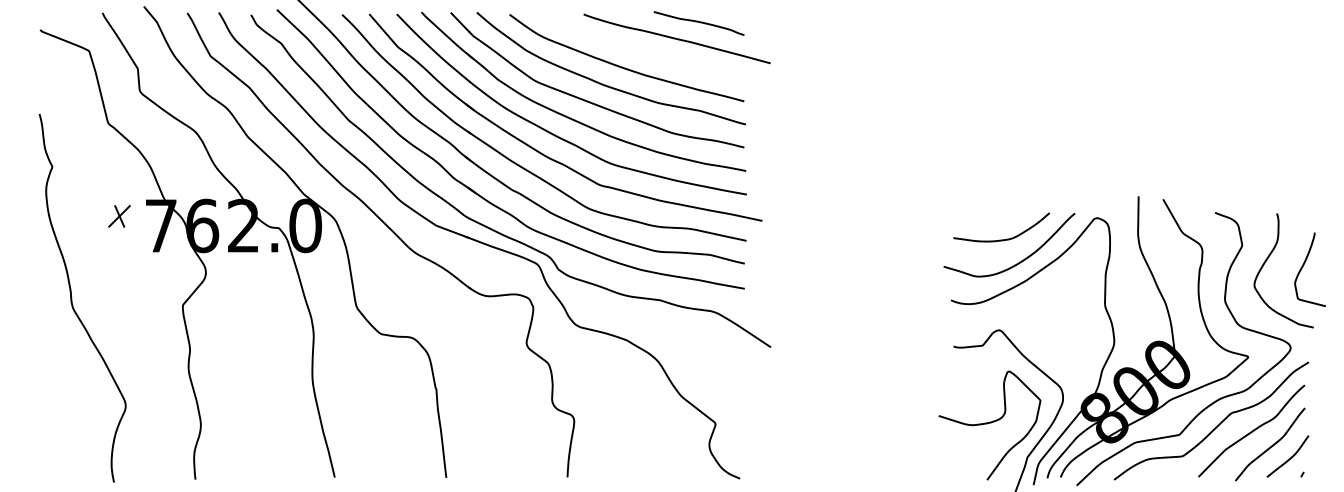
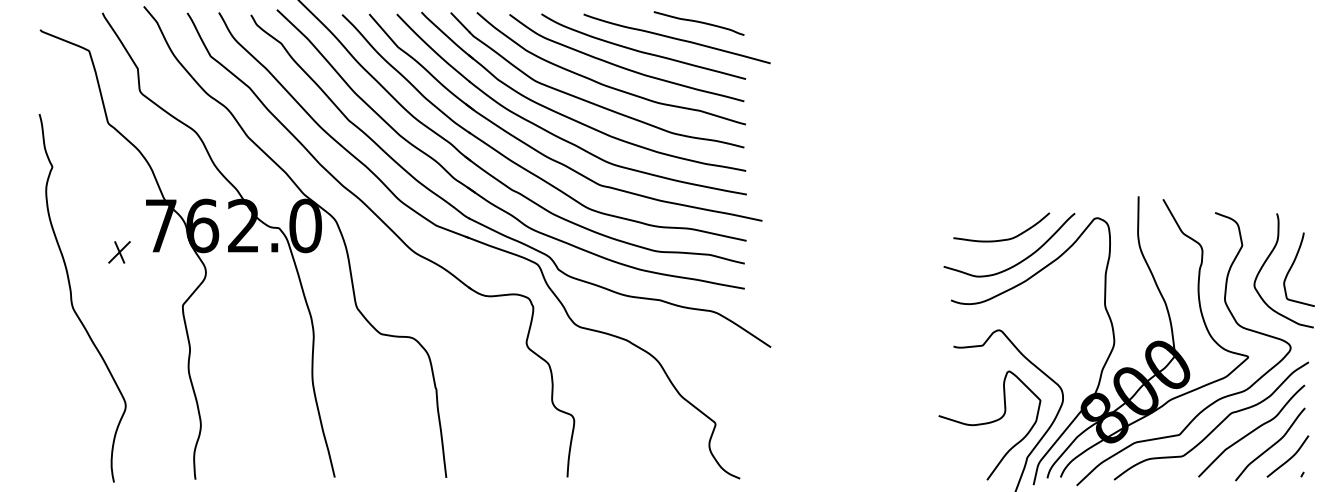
curve at (640, 50): none -> present
part at (119, 216) position: (119, 216) -> (119, 252)
curve at (1303, 267) position: (1303, 267) -> (1292, 267)
